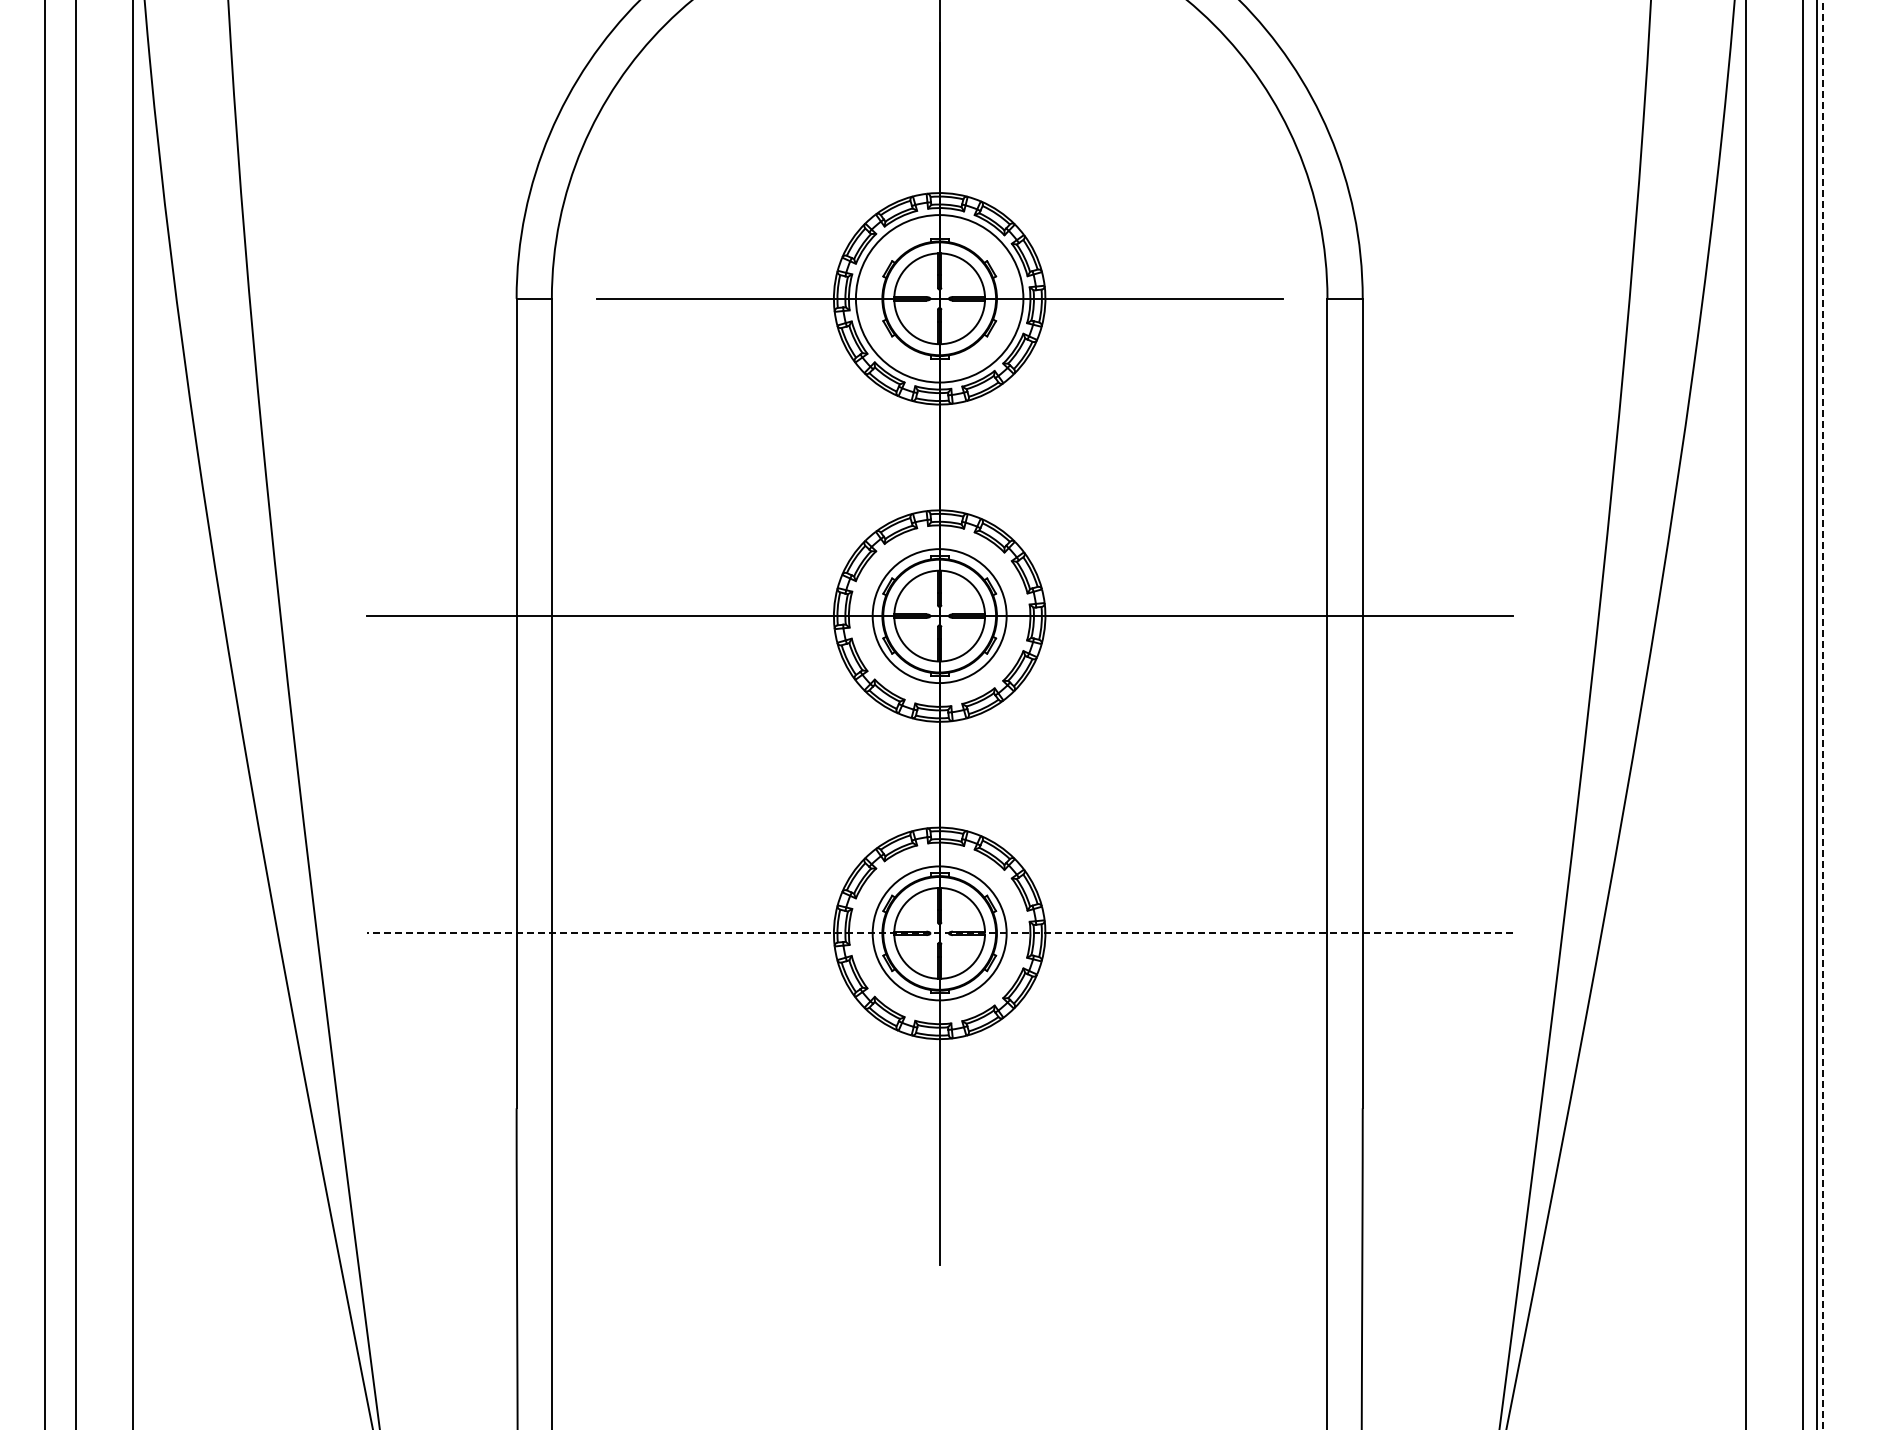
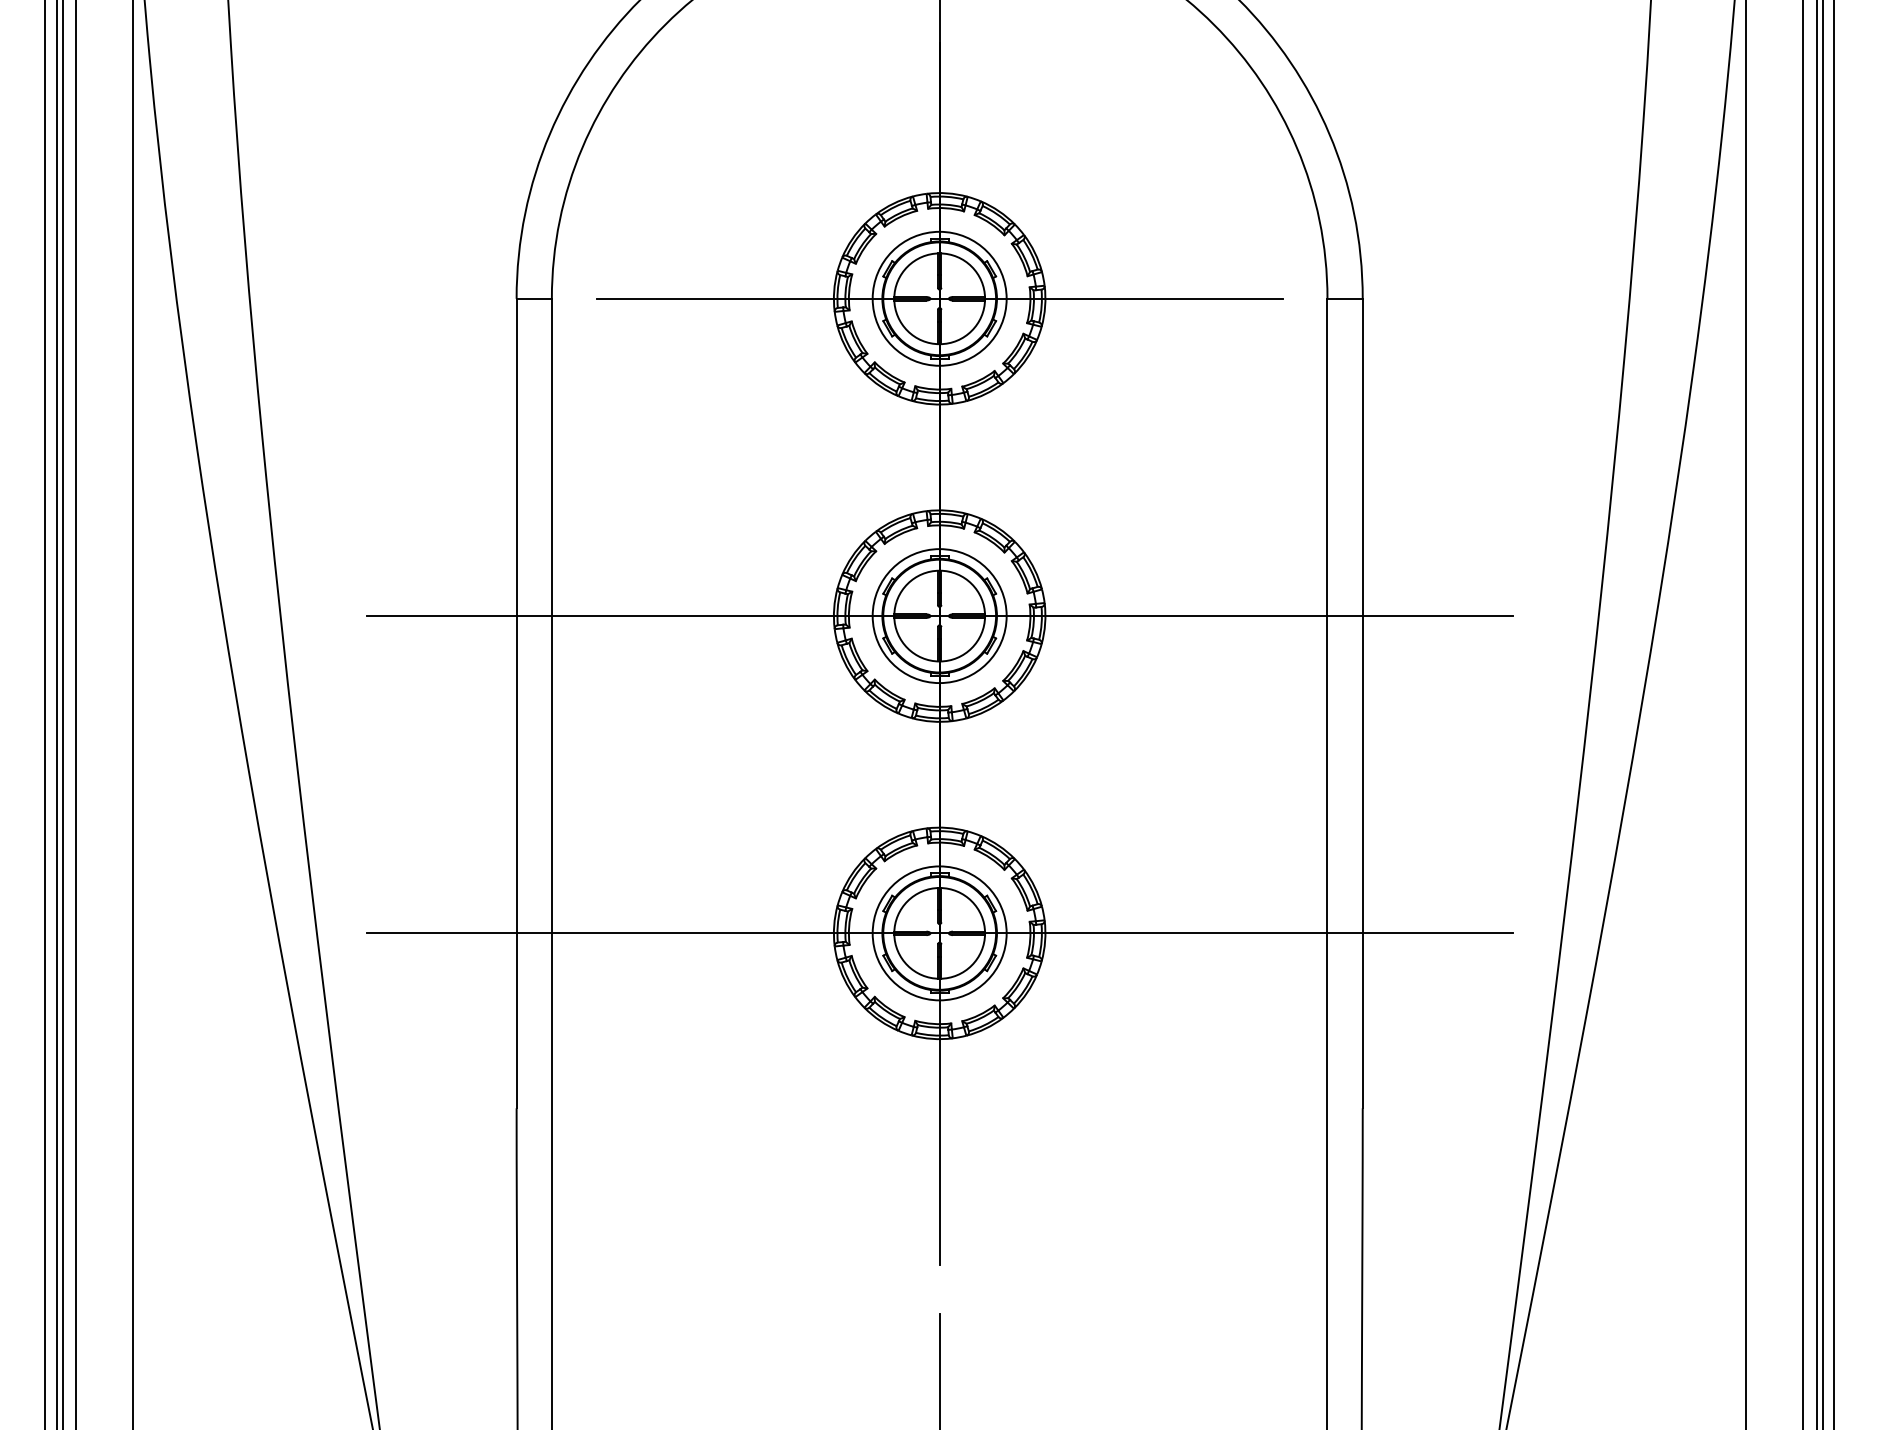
circle at (939, 298) diameter: 167 px -> 134 px
line at (56, 714): none -> present
line at (62, 714): none -> present
line at (1822, 714): dashed -> solid
line at (1834, 714): none -> present
line at (939, 933): dashed -> solid
line at (939, 1369): none -> present
